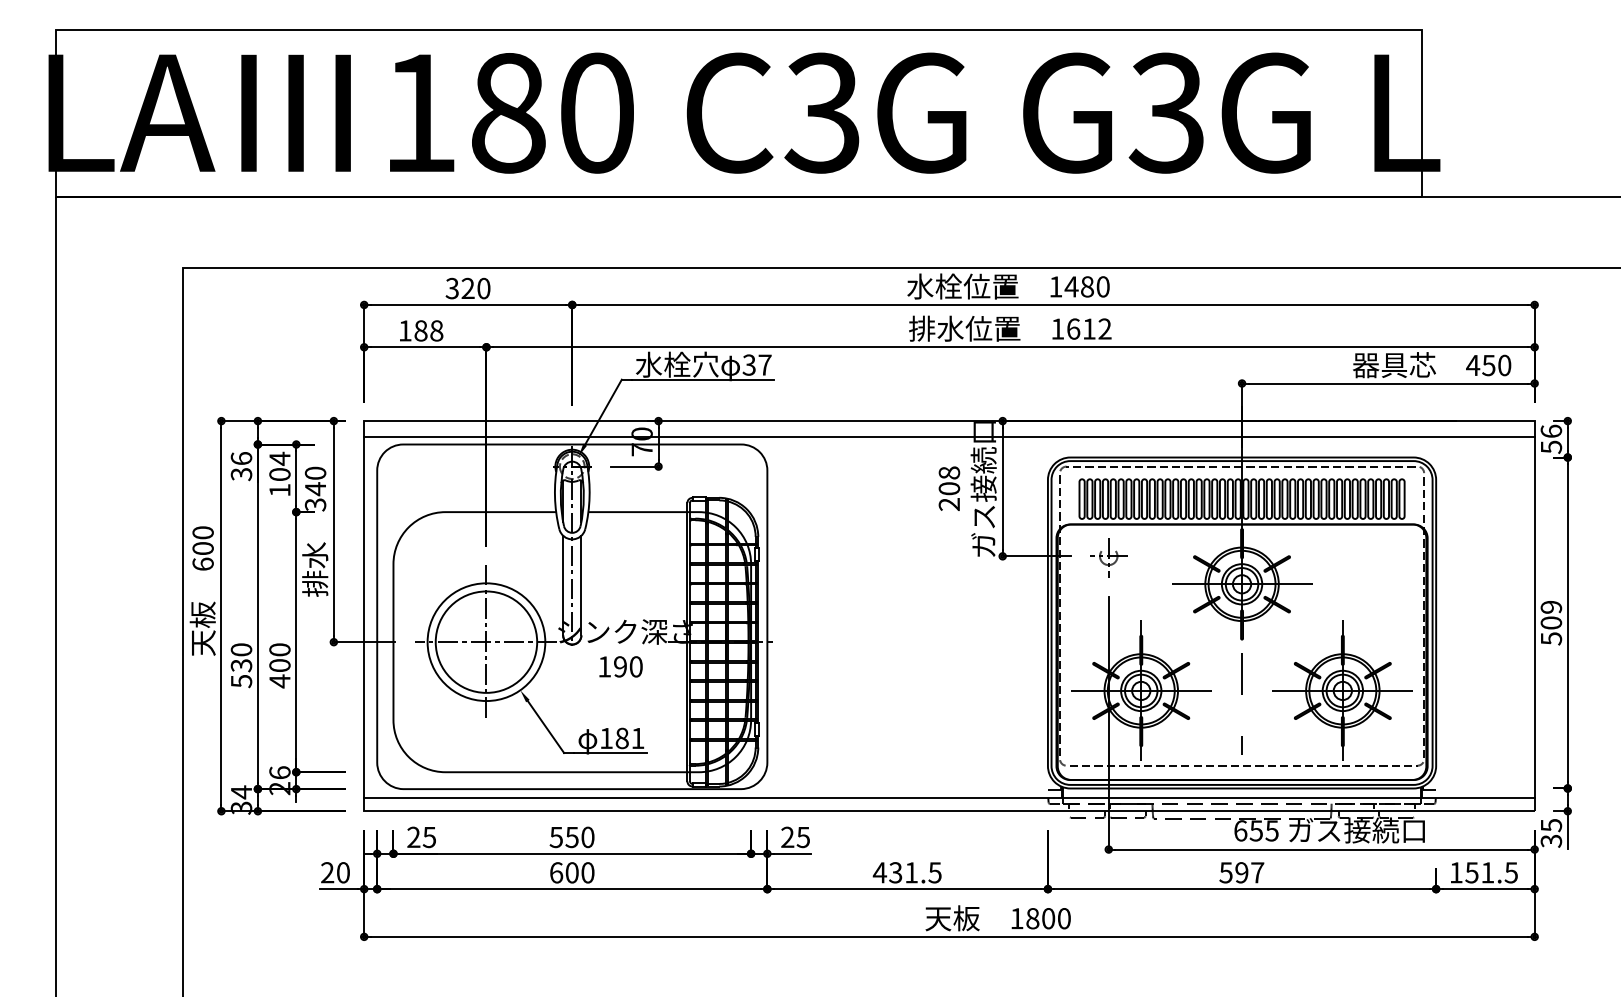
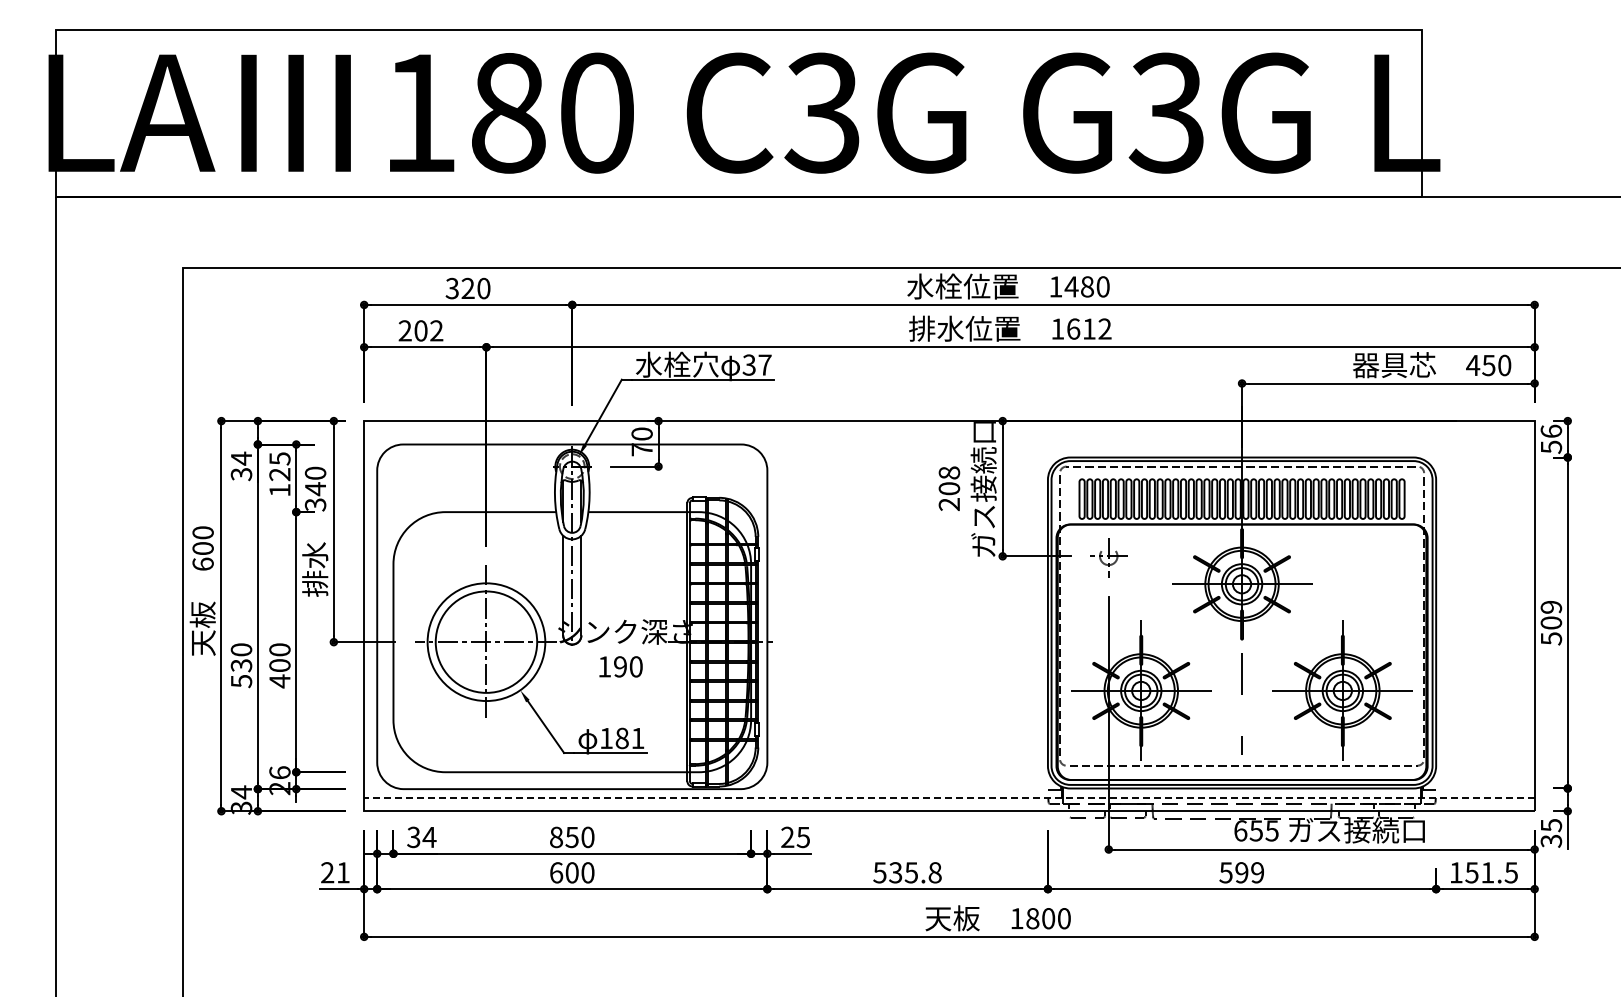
text at (420, 330): 188 -> 202
line at (949, 437): present -> none
text at (241, 458): 36 -> 34
text at (279, 466): 104 -> 125
line at (948, 797): solid -> dashed
text at (556, 836): 550 -> 850
text at (421, 837): 25 -> 34
text at (343, 872): 20 -> 21
text at (906, 872): 431.5 -> 535.8
text at (1257, 872): 597 -> 599
